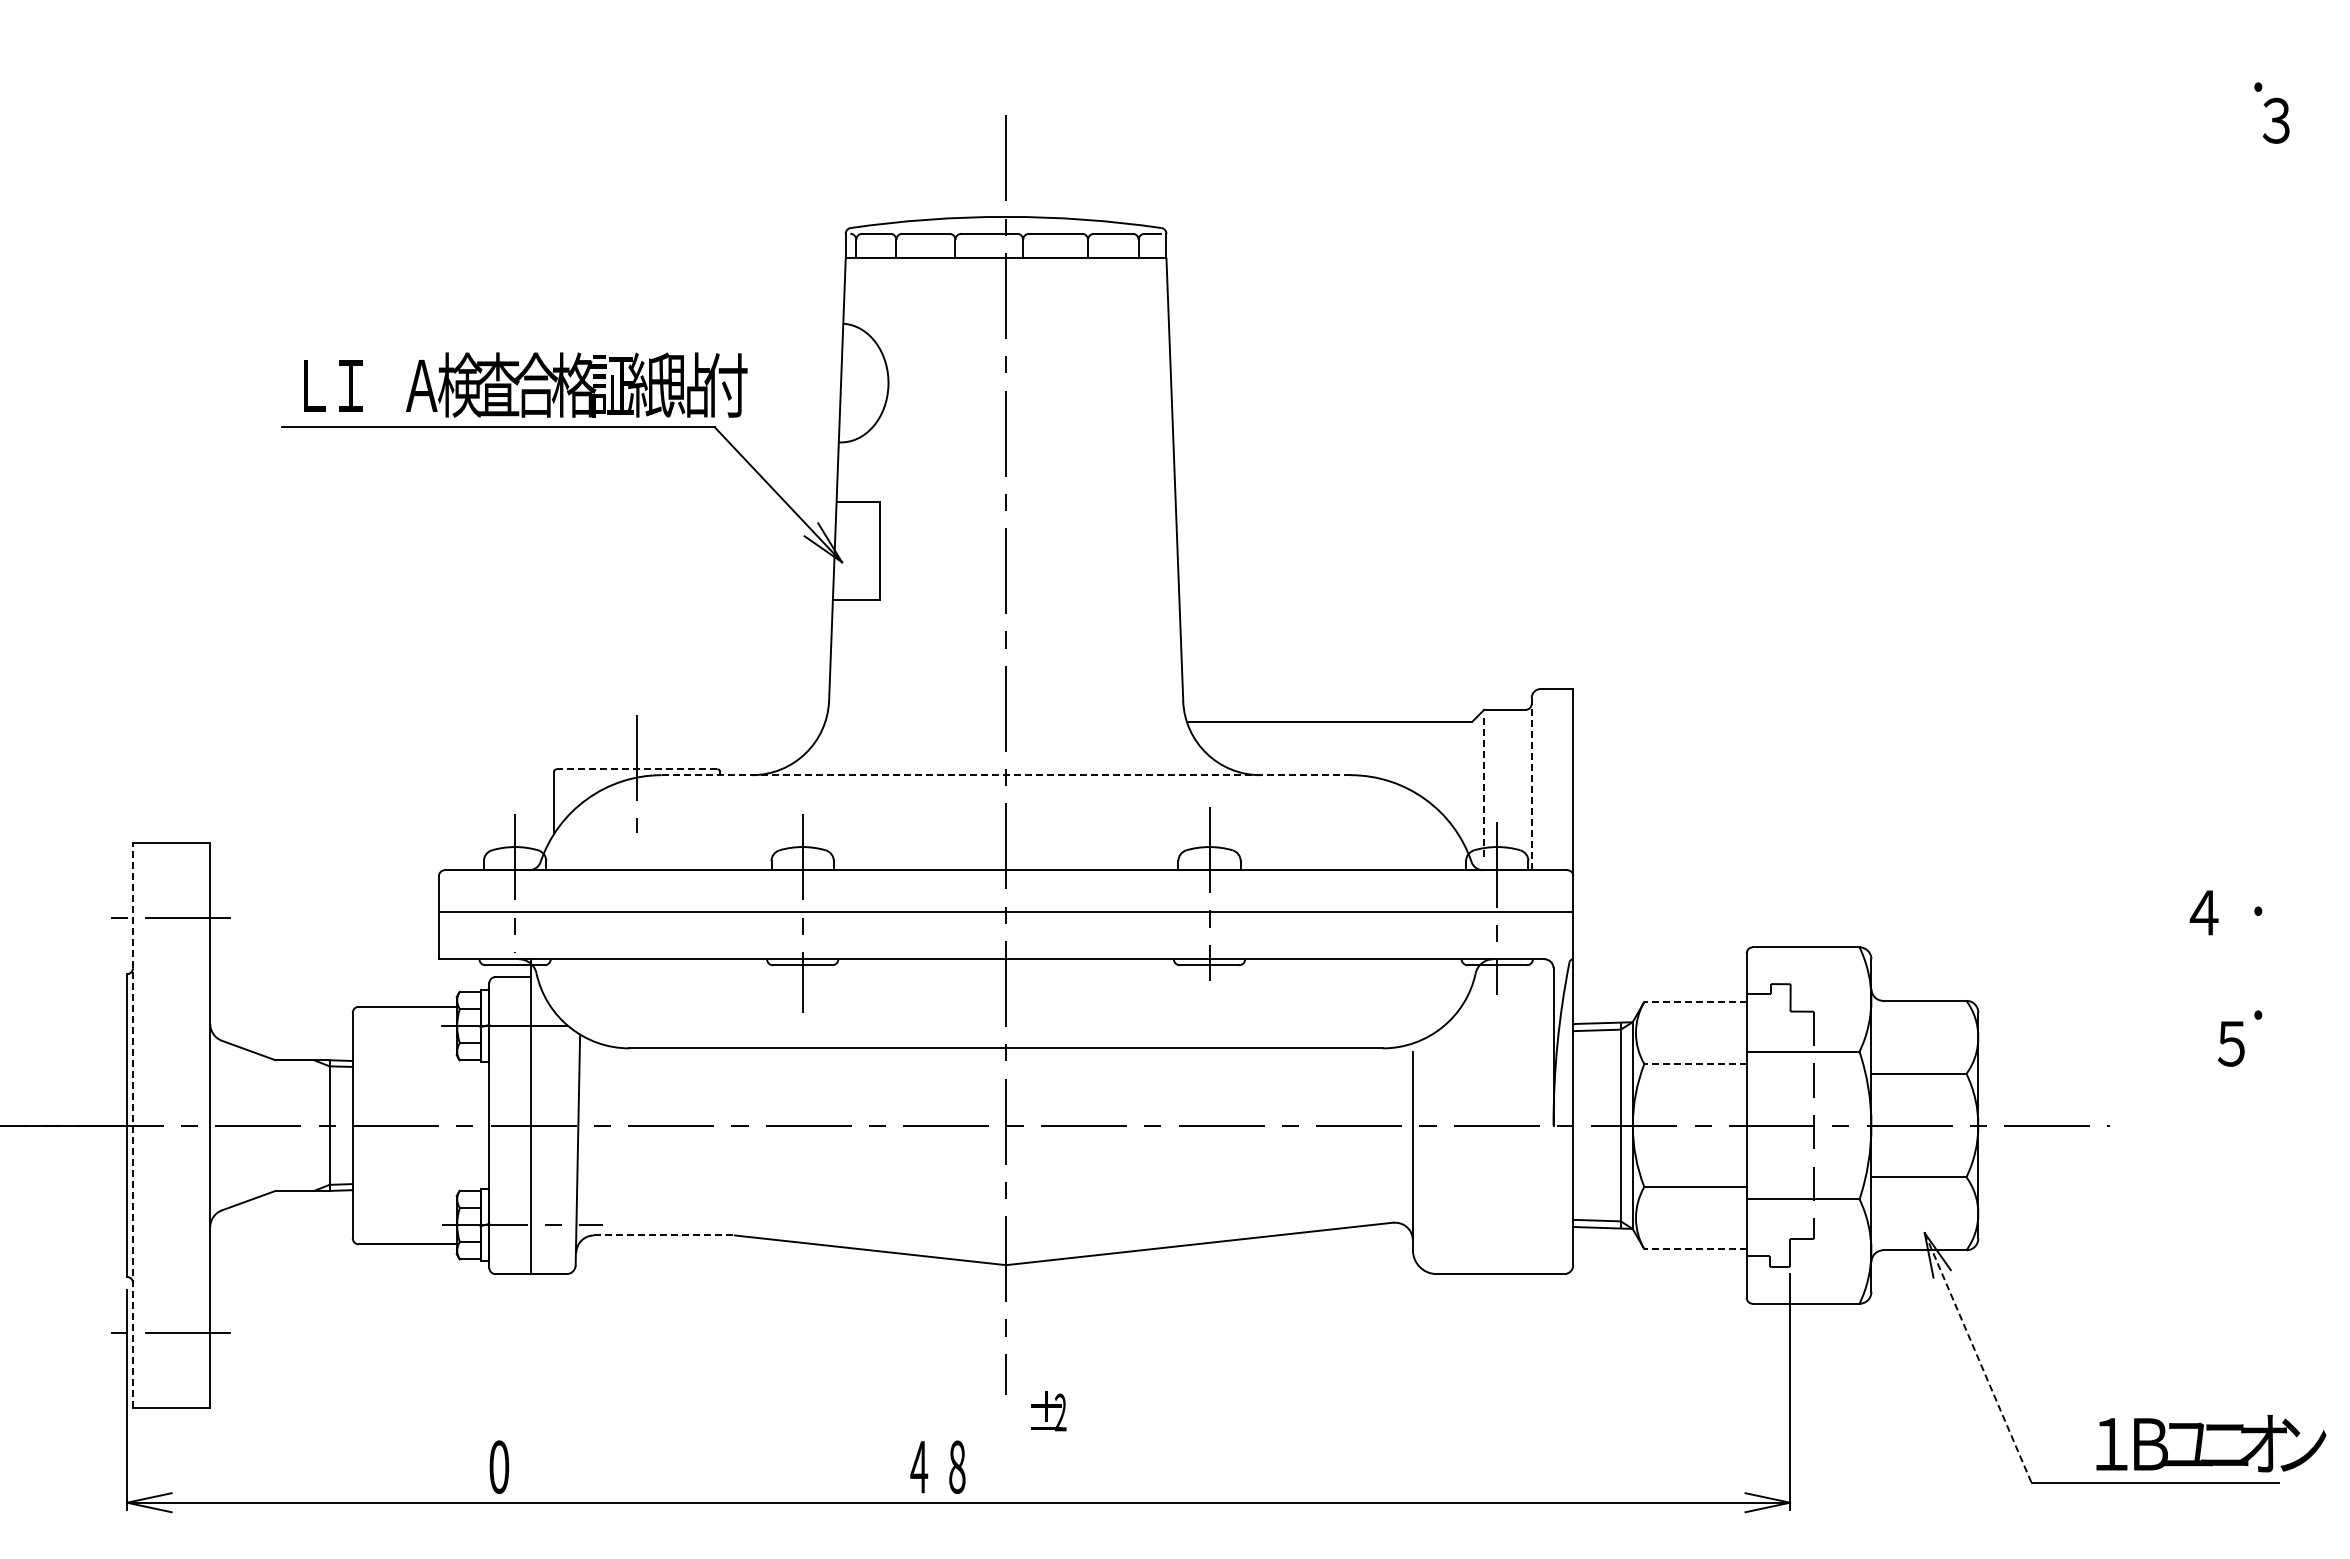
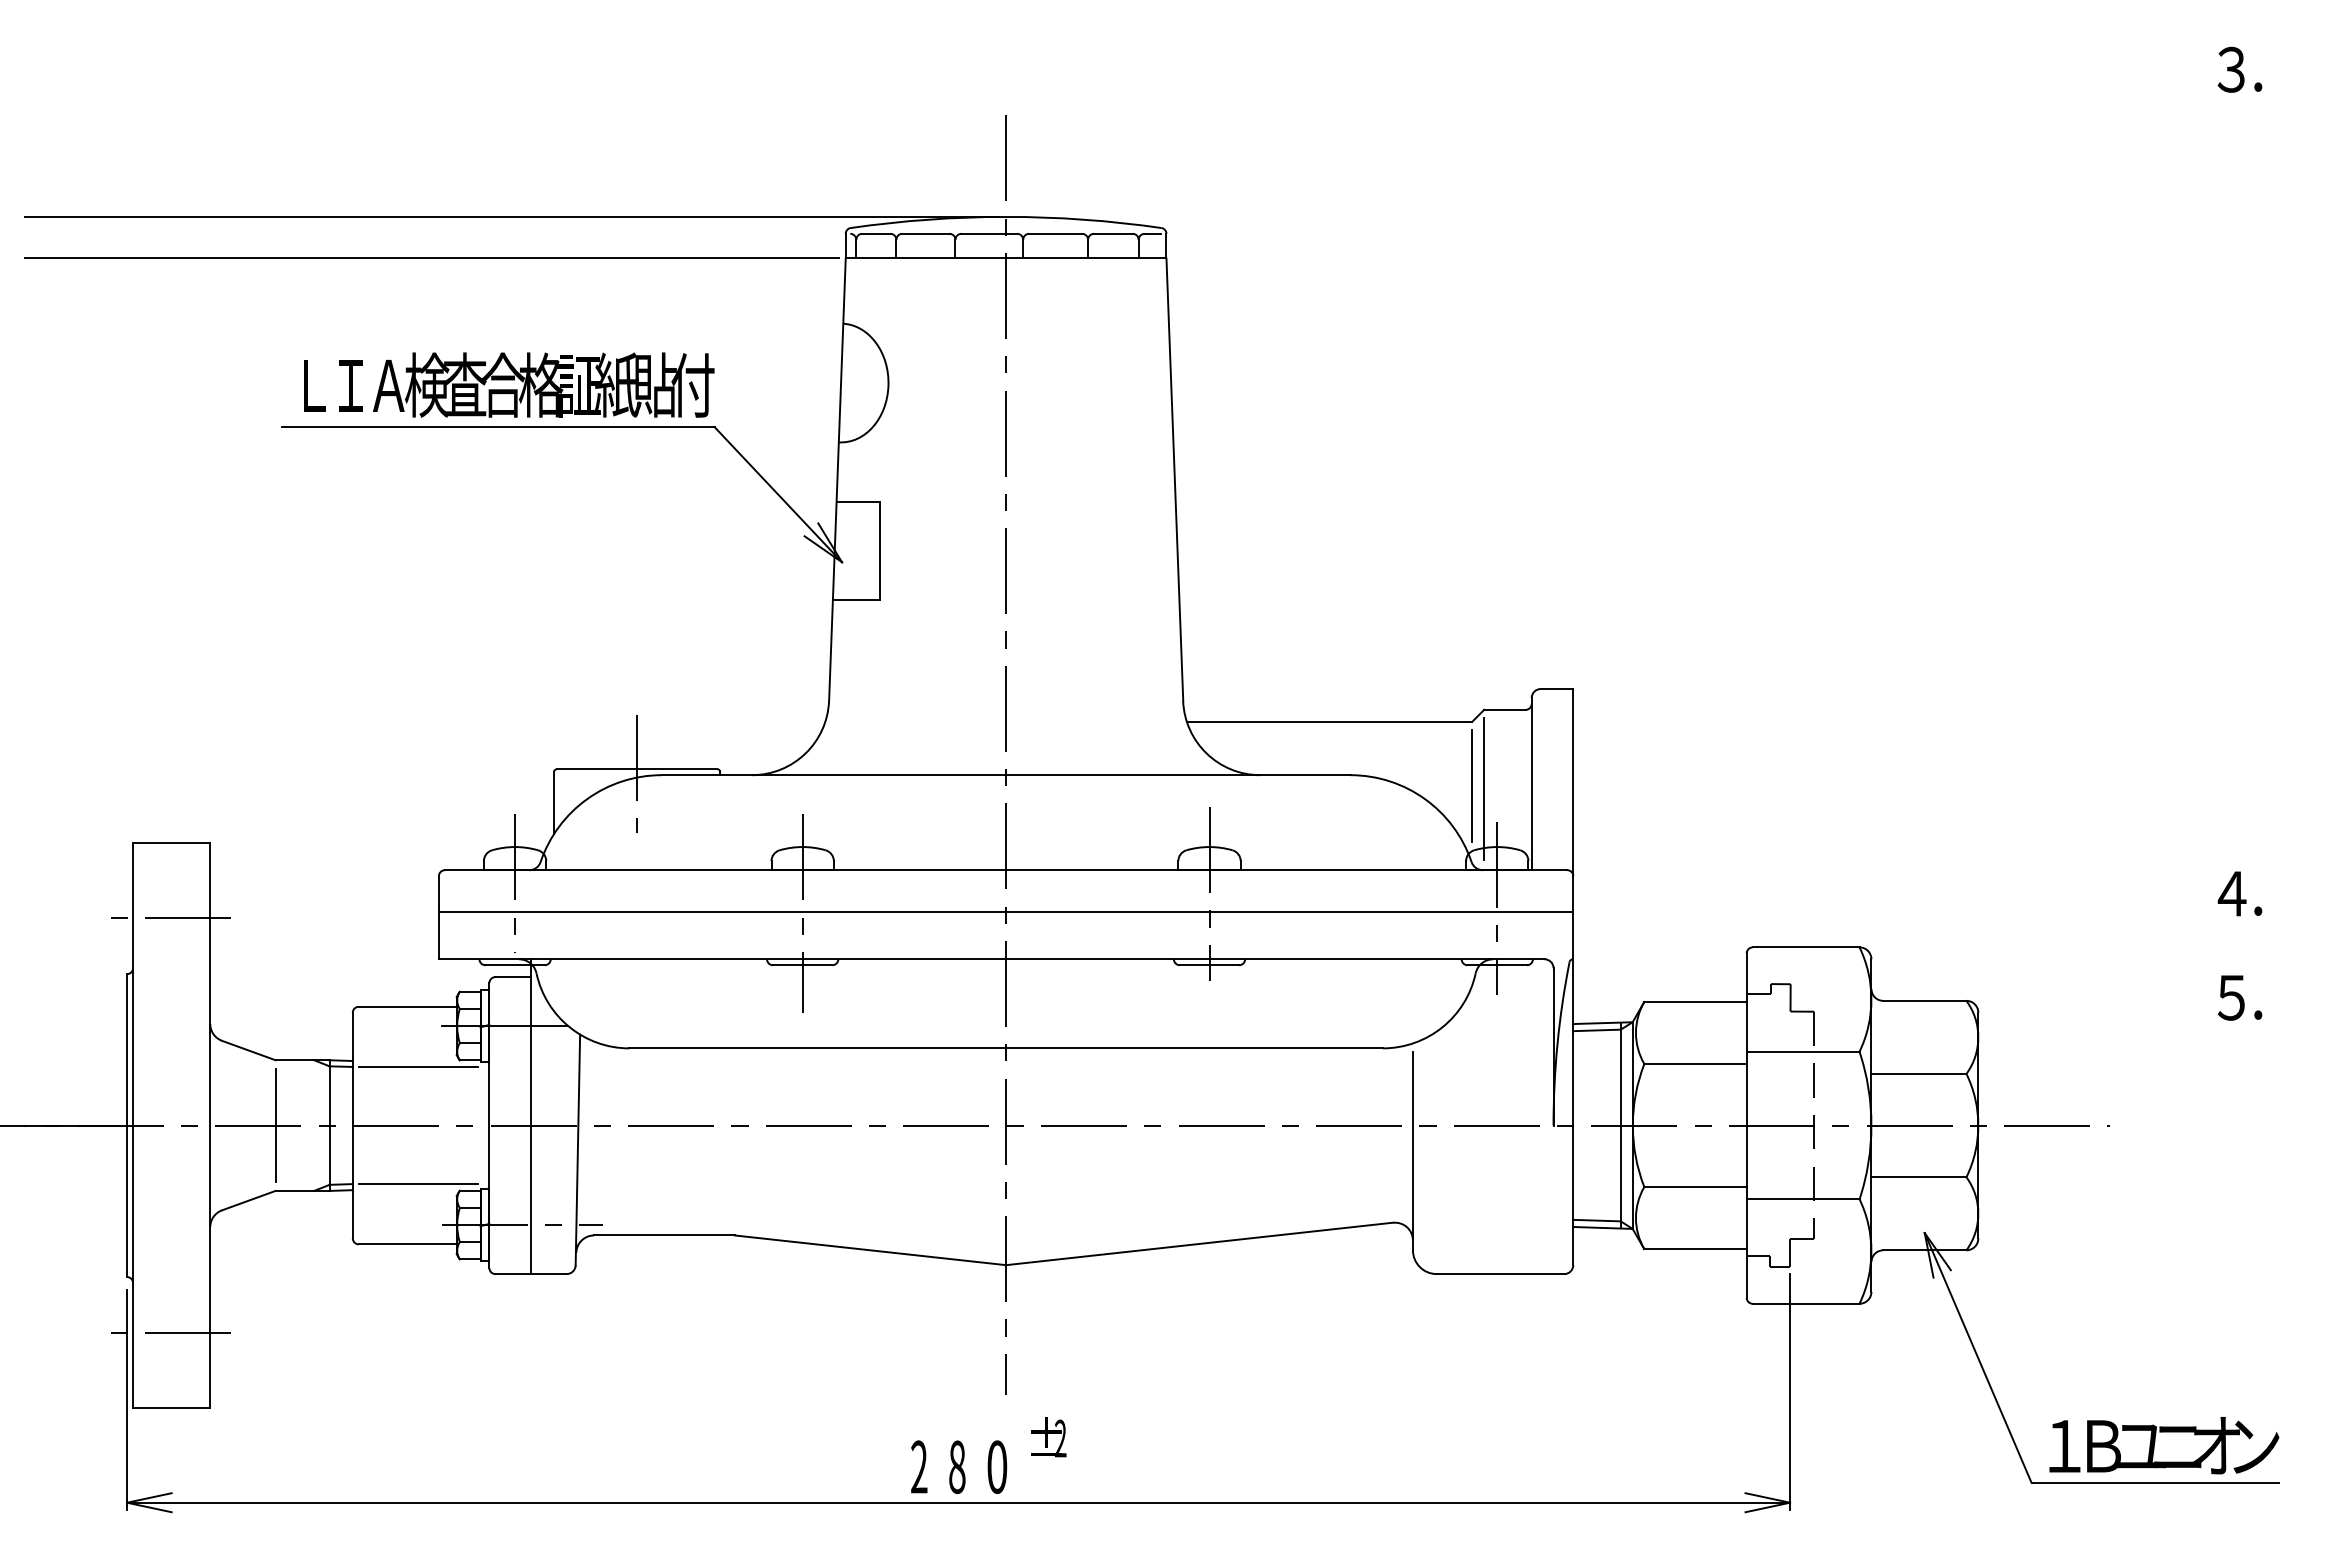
text at (2275, 120) position: (2275, 120) -> (2230, 69)
line at (511, 216): none -> present
line at (431, 258): none -> present
text at (576, 384) position: (576, 384) -> (543, 384)
line at (636, 769): dashed -> solid
line at (1005, 775): dashed -> solid
line at (1531, 784): dashed -> solid
line at (1472, 785): none -> present
line at (1484, 788): dashed -> solid
text at (2203, 912) position: (2203, 912) -> (2231, 893)
line at (1694, 1002): dashed -> solid
text at (2231, 1043) position: (2231, 1043) -> (2231, 997)
line at (1694, 1063): dashed -> solid
line at (417, 1067): none -> present
line at (133, 1125): dashed -> solid
line at (275, 1125): none -> present
line at (417, 1183): none -> present
line at (664, 1235): dashed -> solid
line at (1694, 1248): dashed -> solid
line at (1978, 1357): dashed -> solid
text at (1048, 1411) position: (1048, 1411) -> (1048, 1437)
text at (2211, 1443) position: (2211, 1443) -> (2164, 1445)
text at (919, 1466): 4 -> 2
text at (499, 1467) position: (499, 1467) -> (997, 1467)
